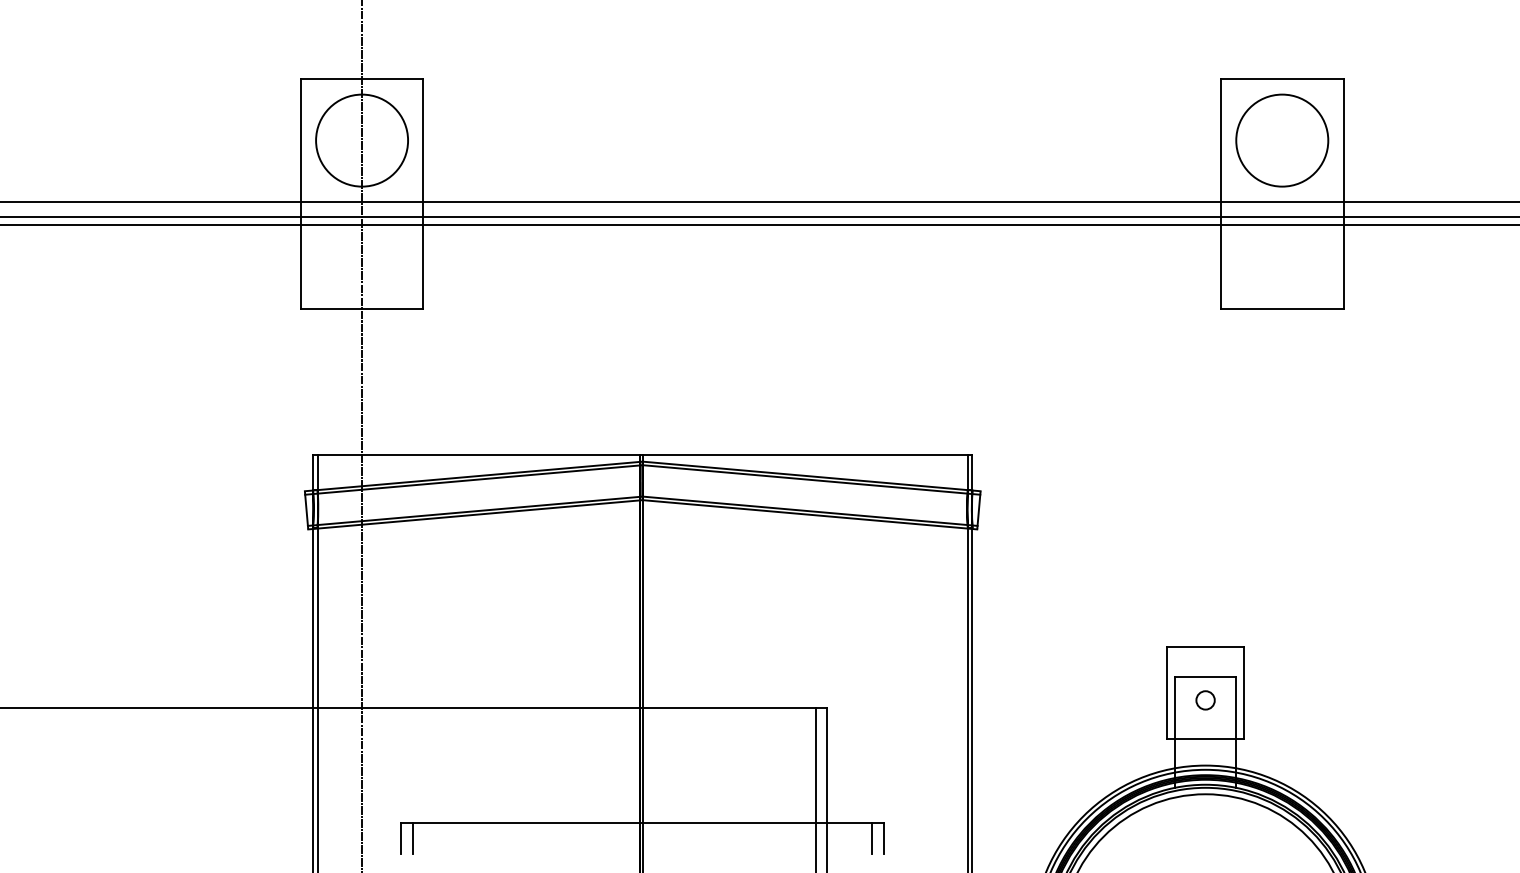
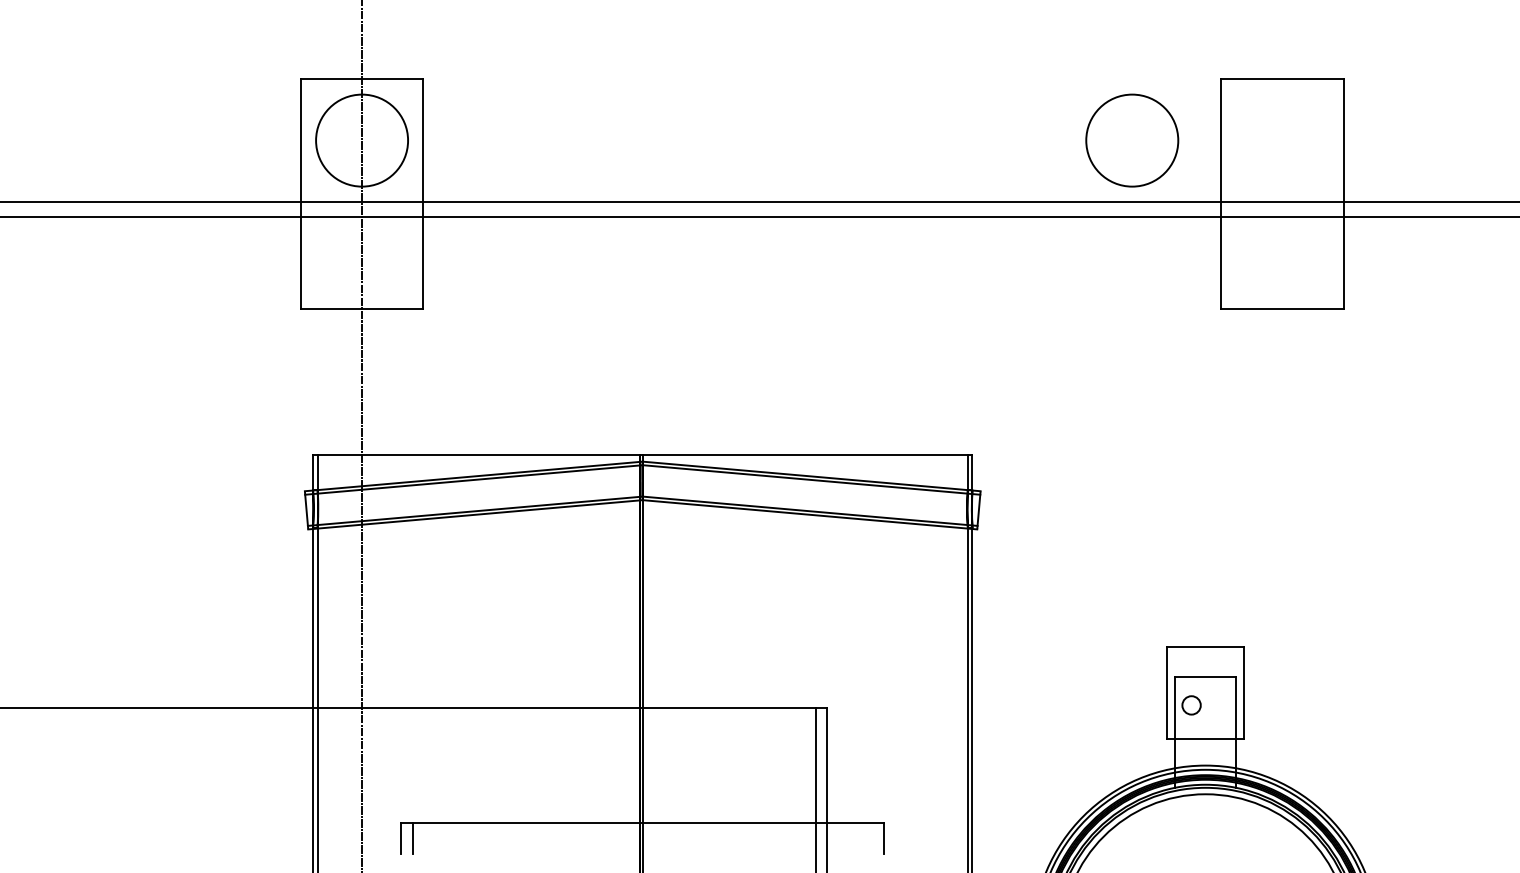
circle at (1282, 140) position: (1282, 140) -> (1132, 140)
line at (759, 224): present -> none
circle at (1205, 700) position: (1205, 700) -> (1191, 705)
line at (872, 838): present -> none
